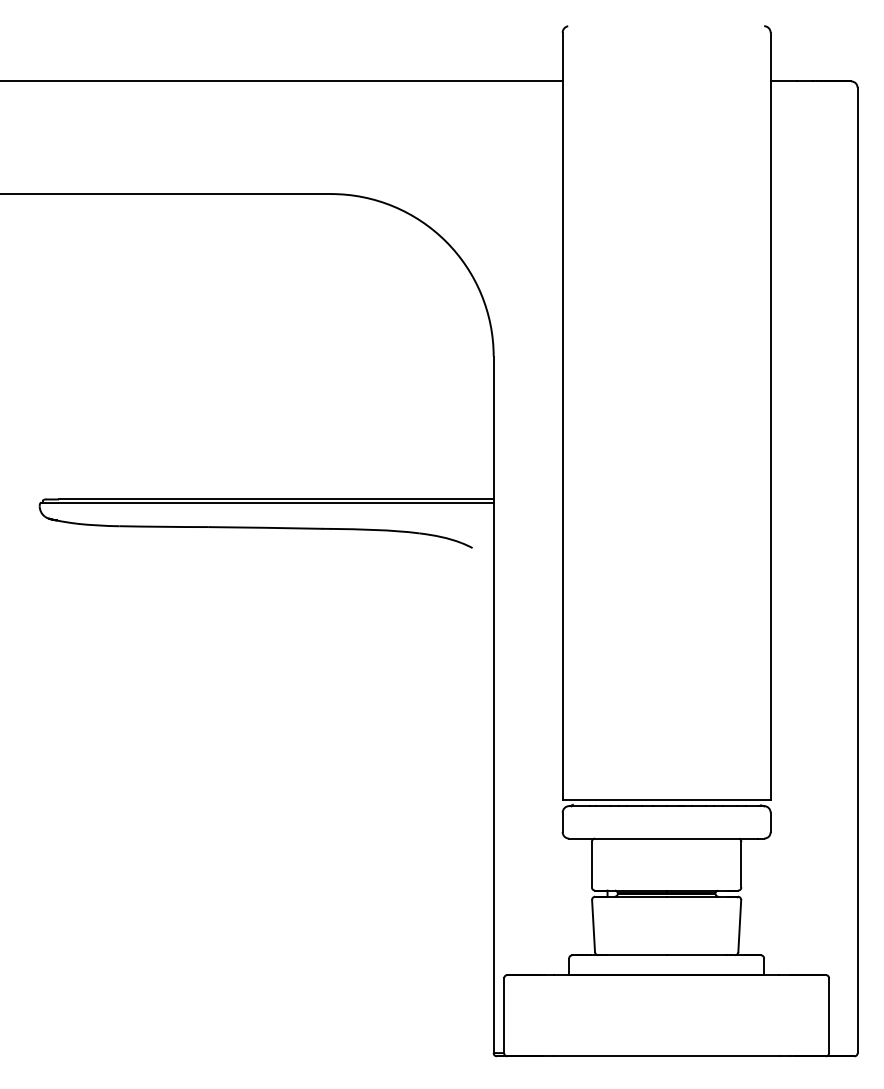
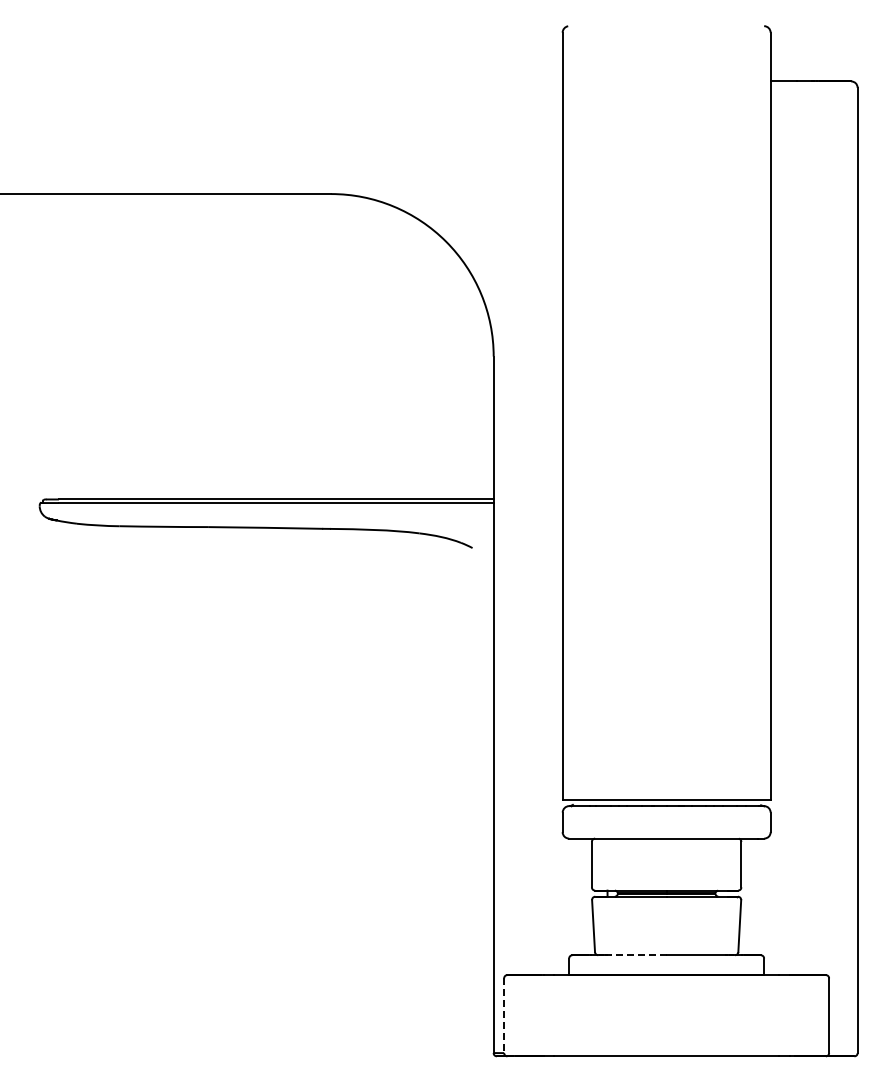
line at (282, 81): present -> none
line at (636, 955): solid -> dashed
line at (504, 1016): solid -> dashed
